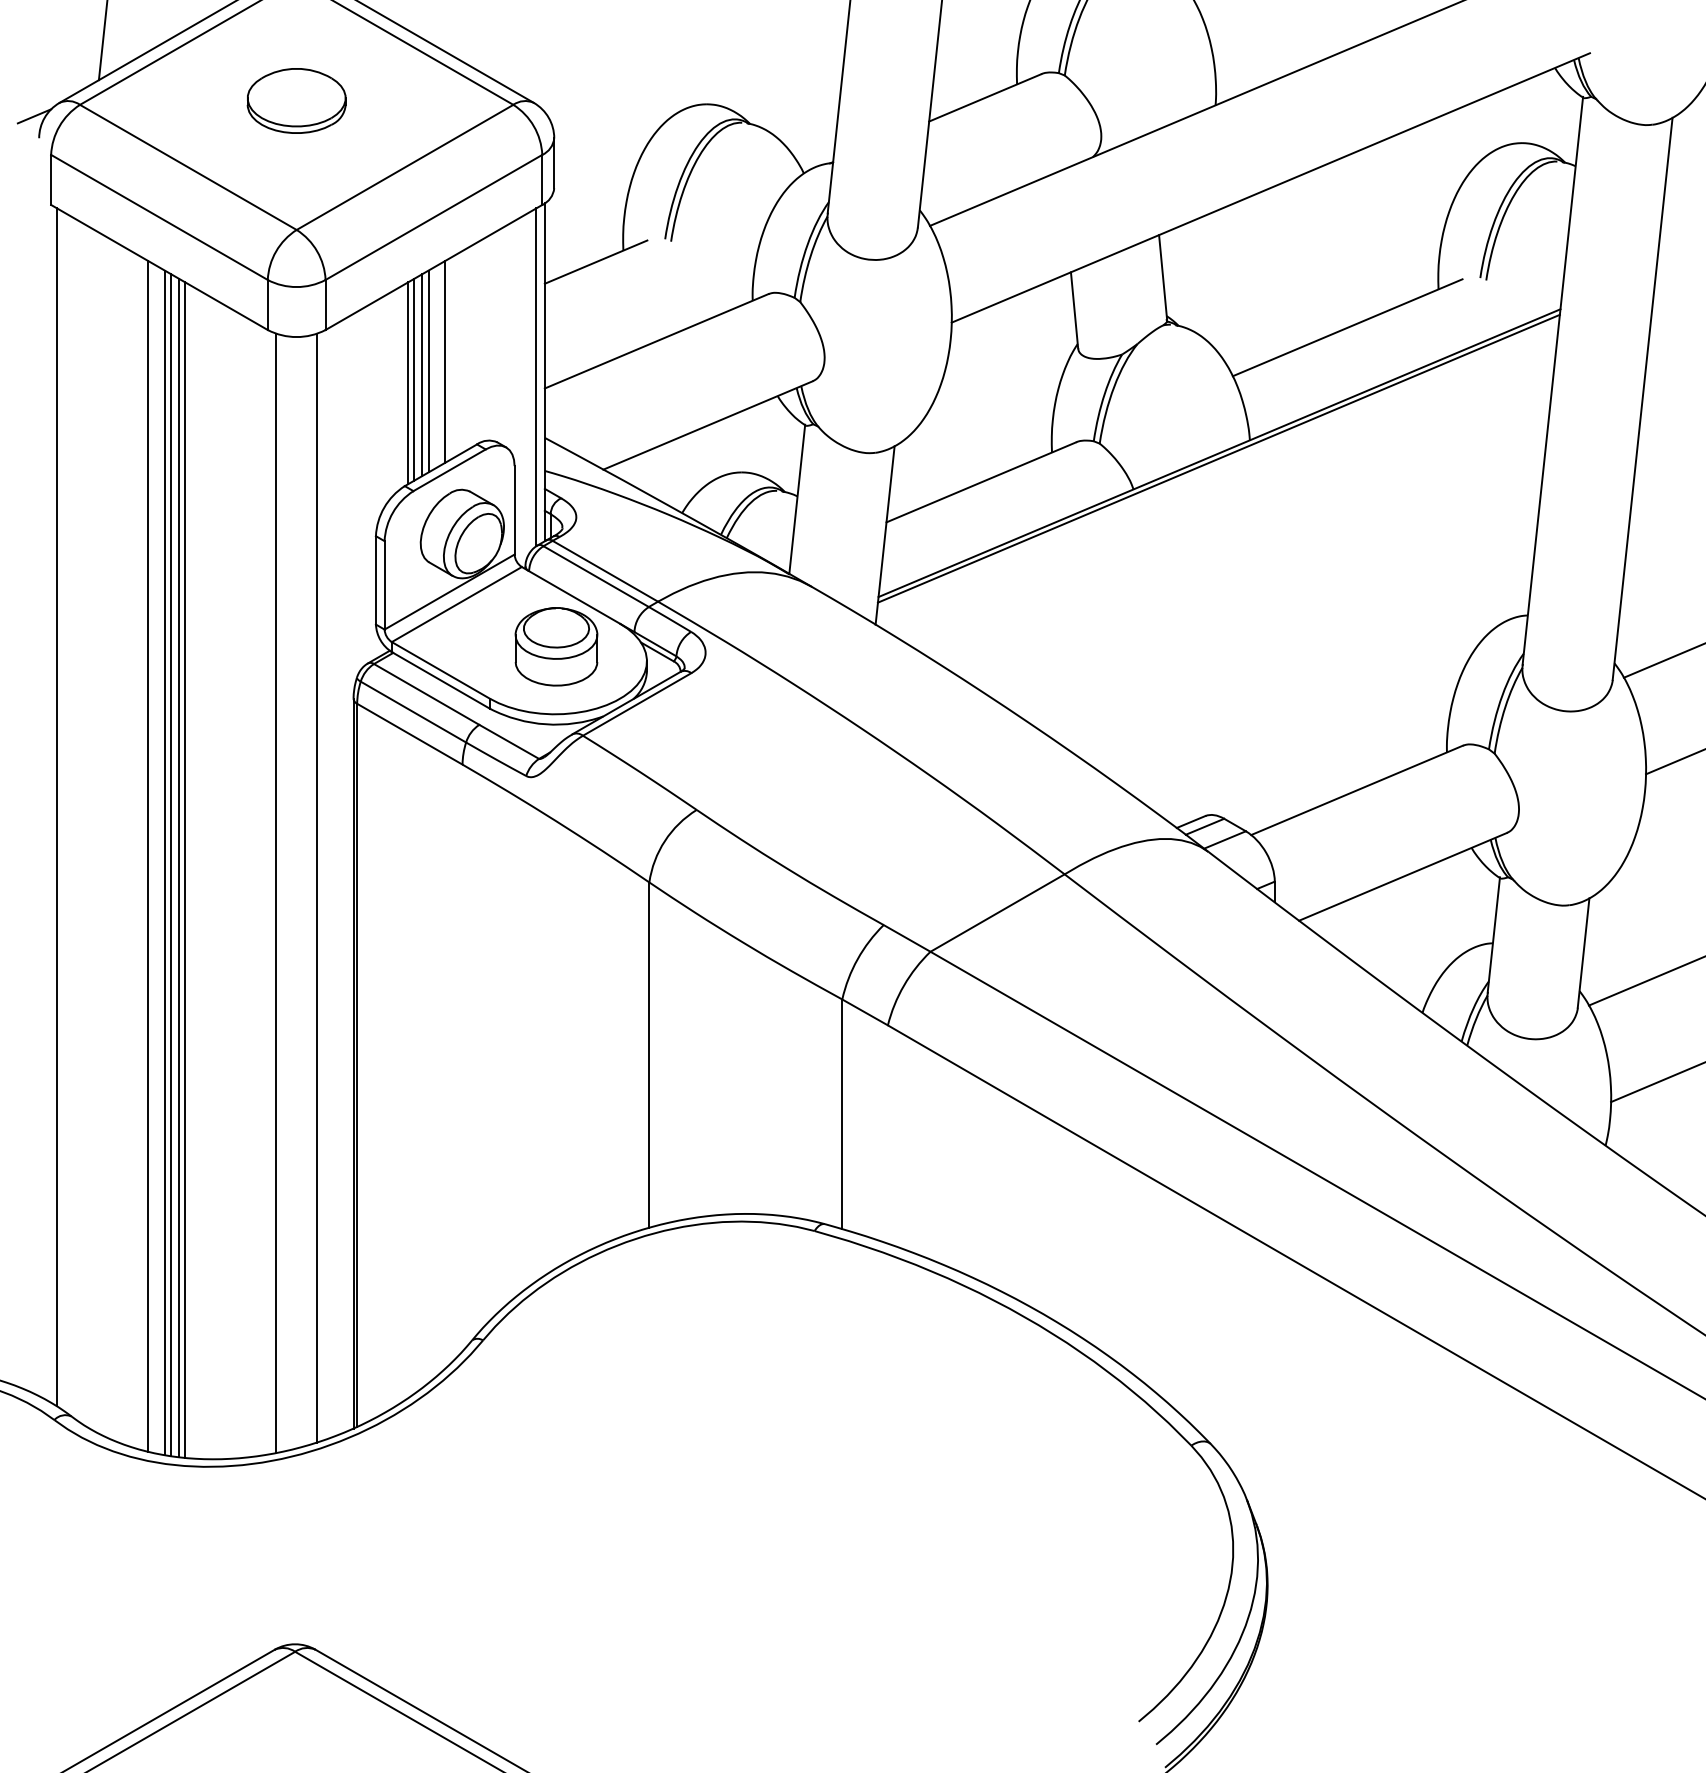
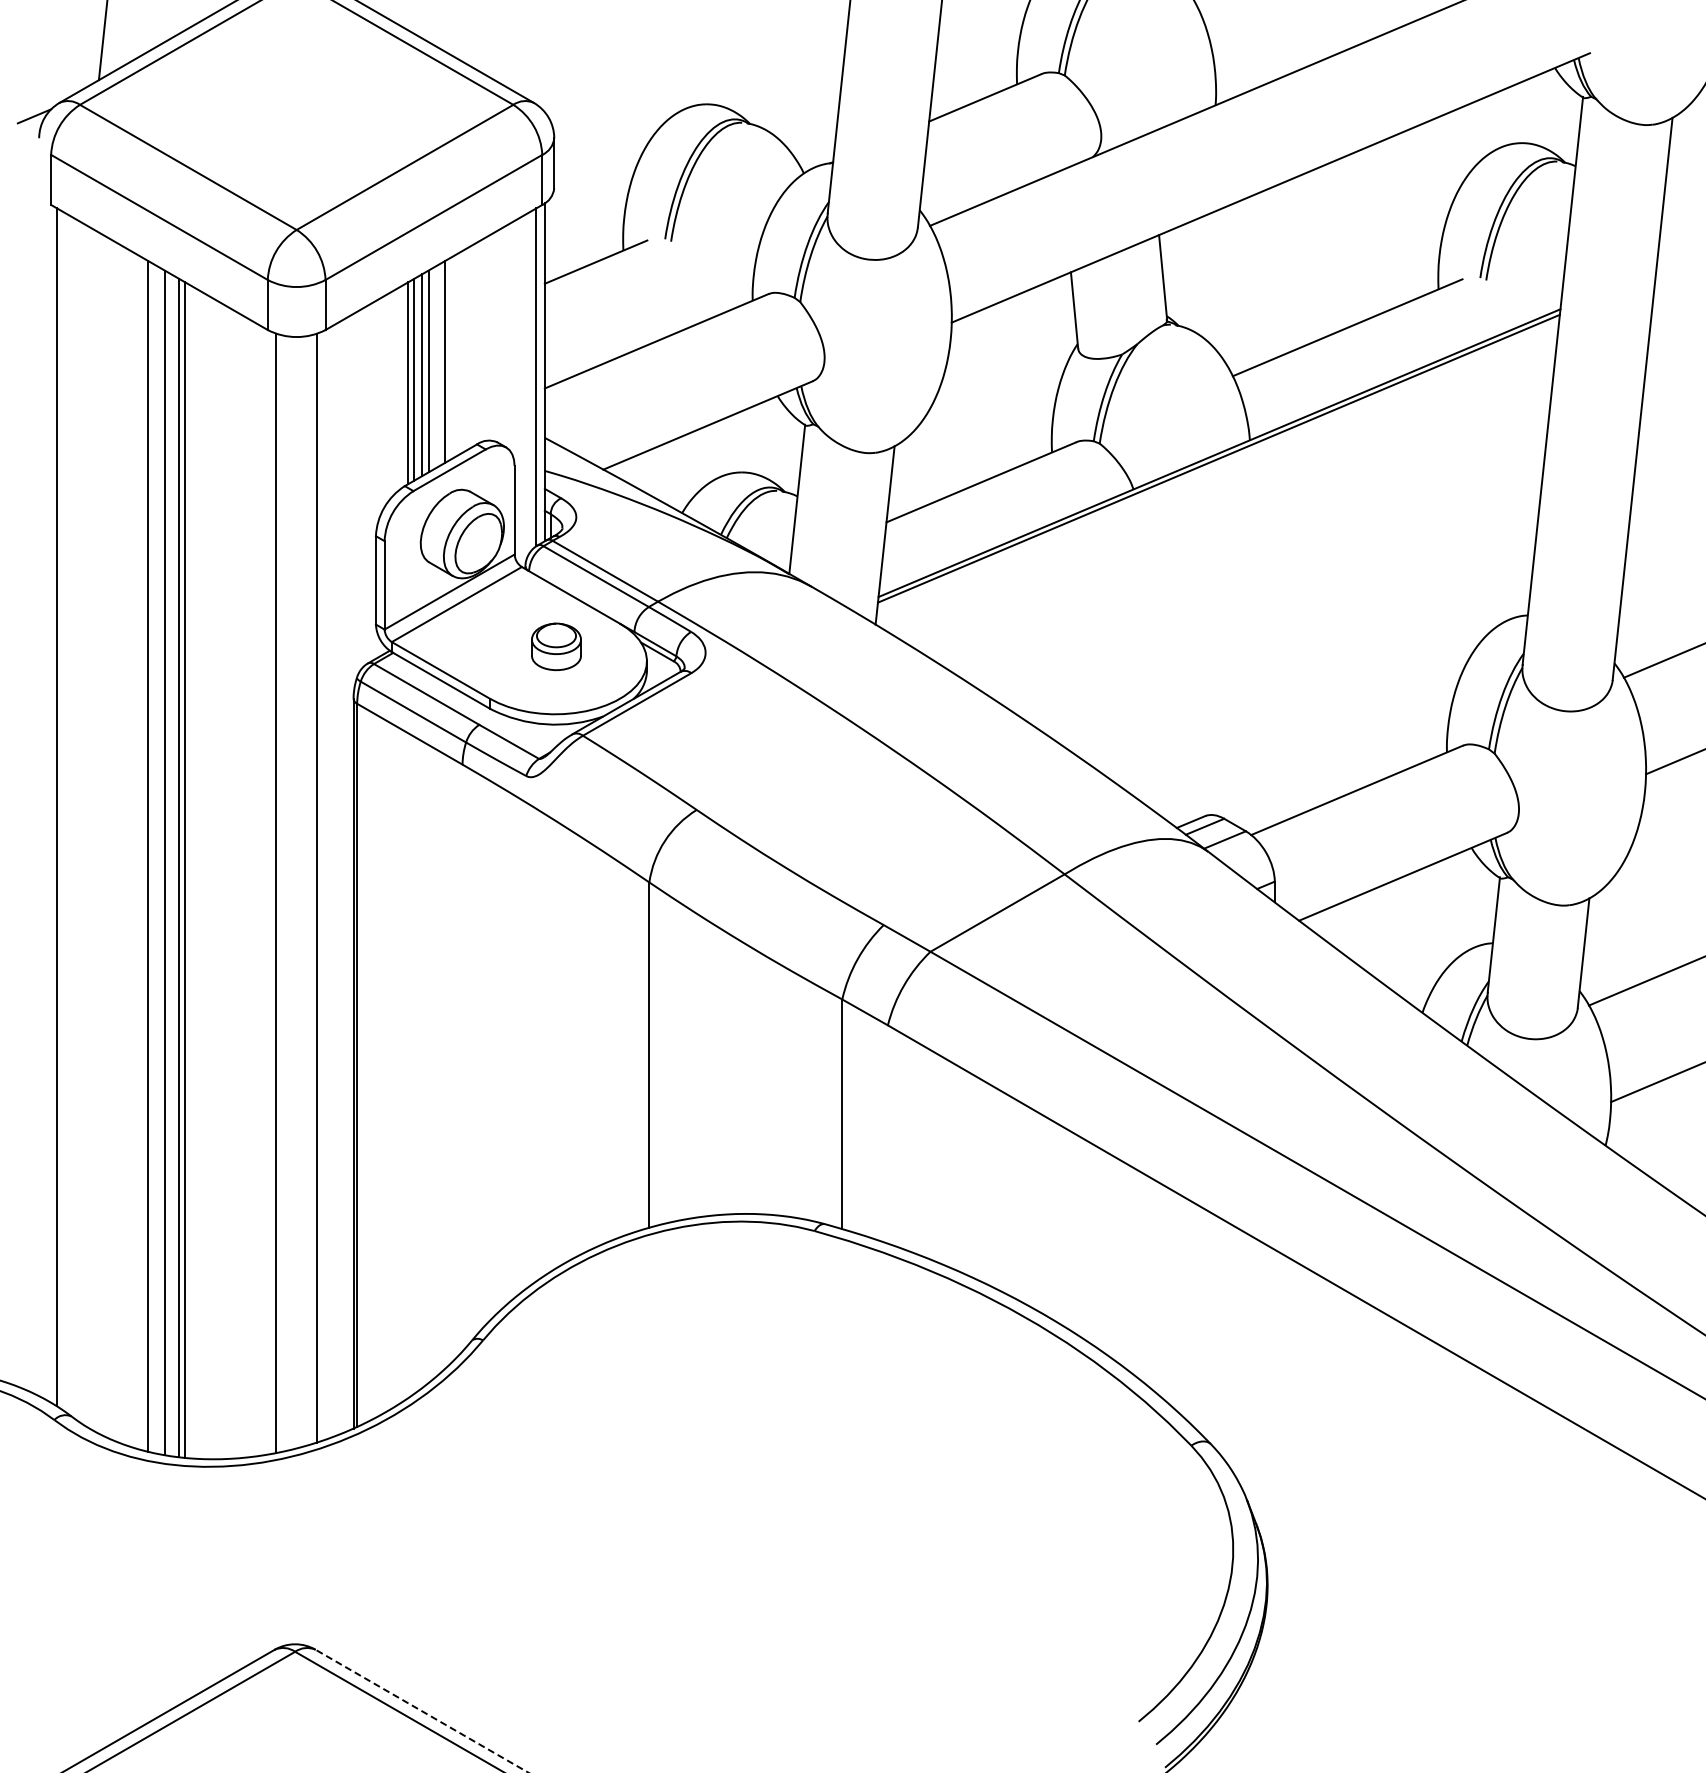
part at (296, 100): present -> none
part at (556, 646) size: 85x80 px -> 51x50 px
line at (170, 865): present -> none
line at (421, 1711): solid -> dashed
